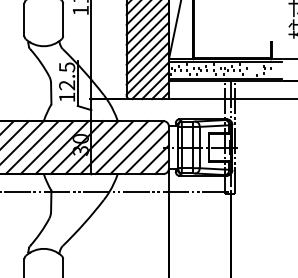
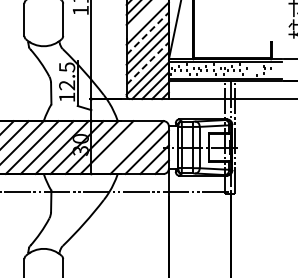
line at (142, 18): present -> none
line at (147, 33): solid -> dashed
line at (147, 63): solid -> dashed
line at (121, 147): present -> none
